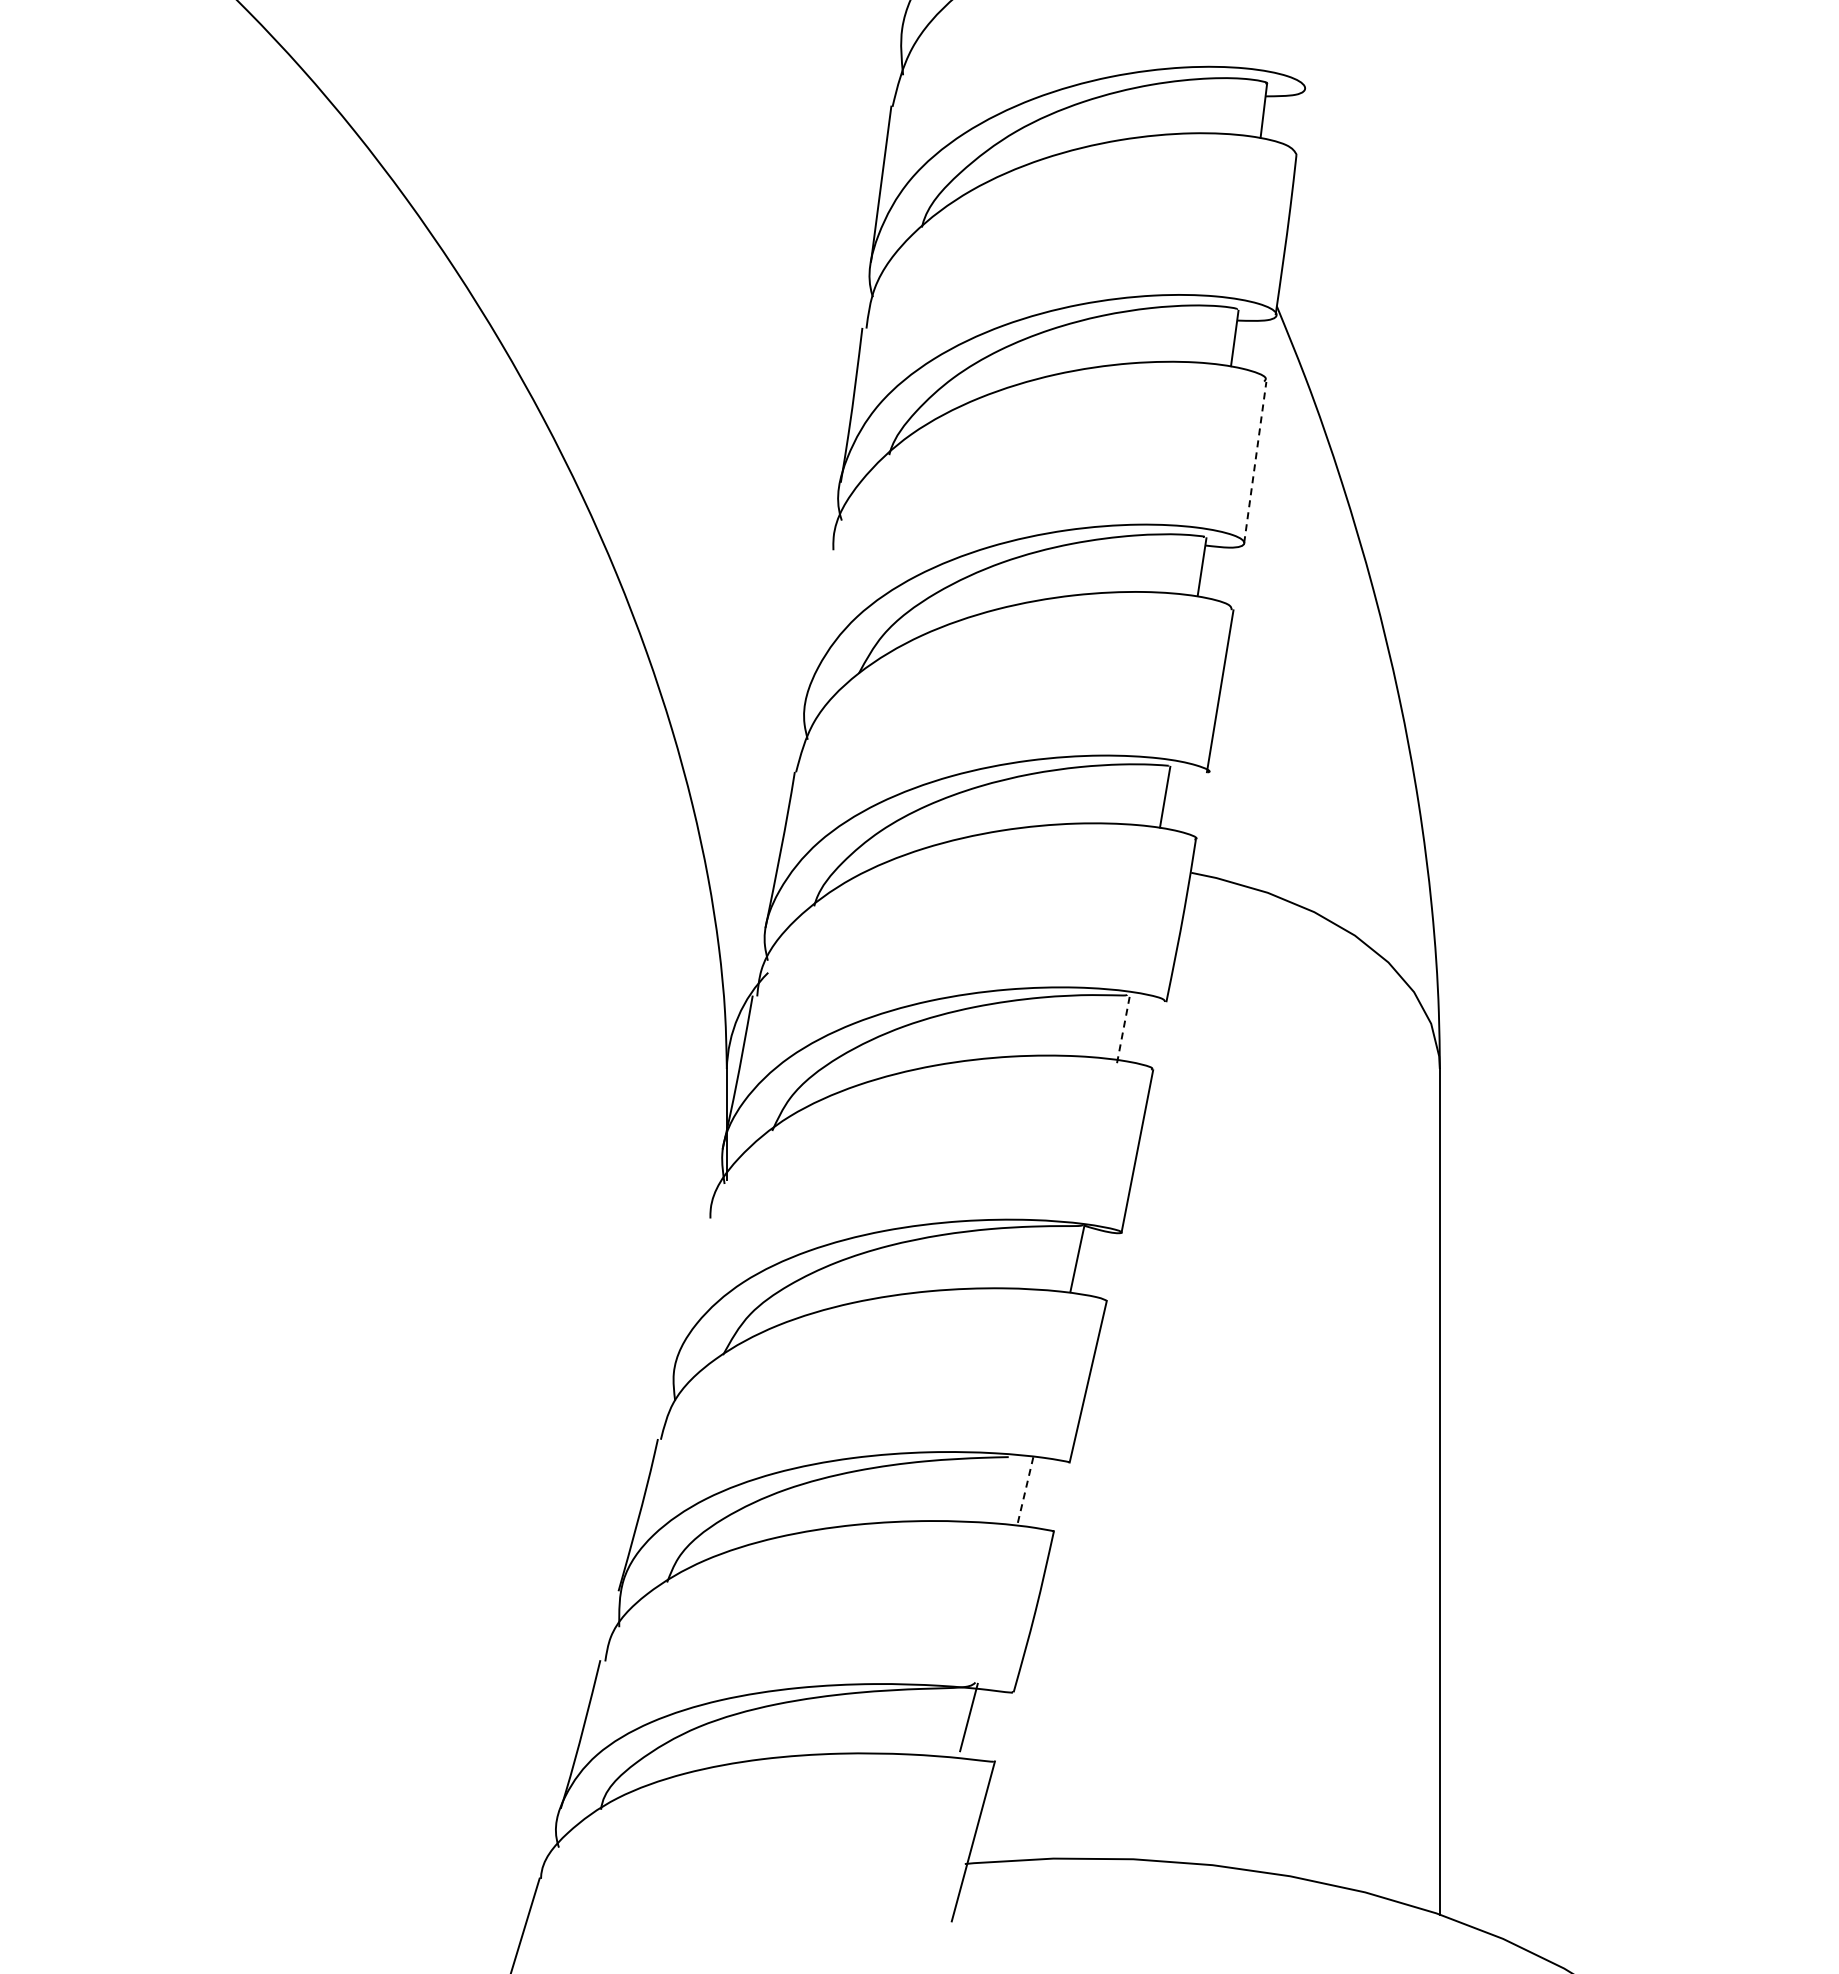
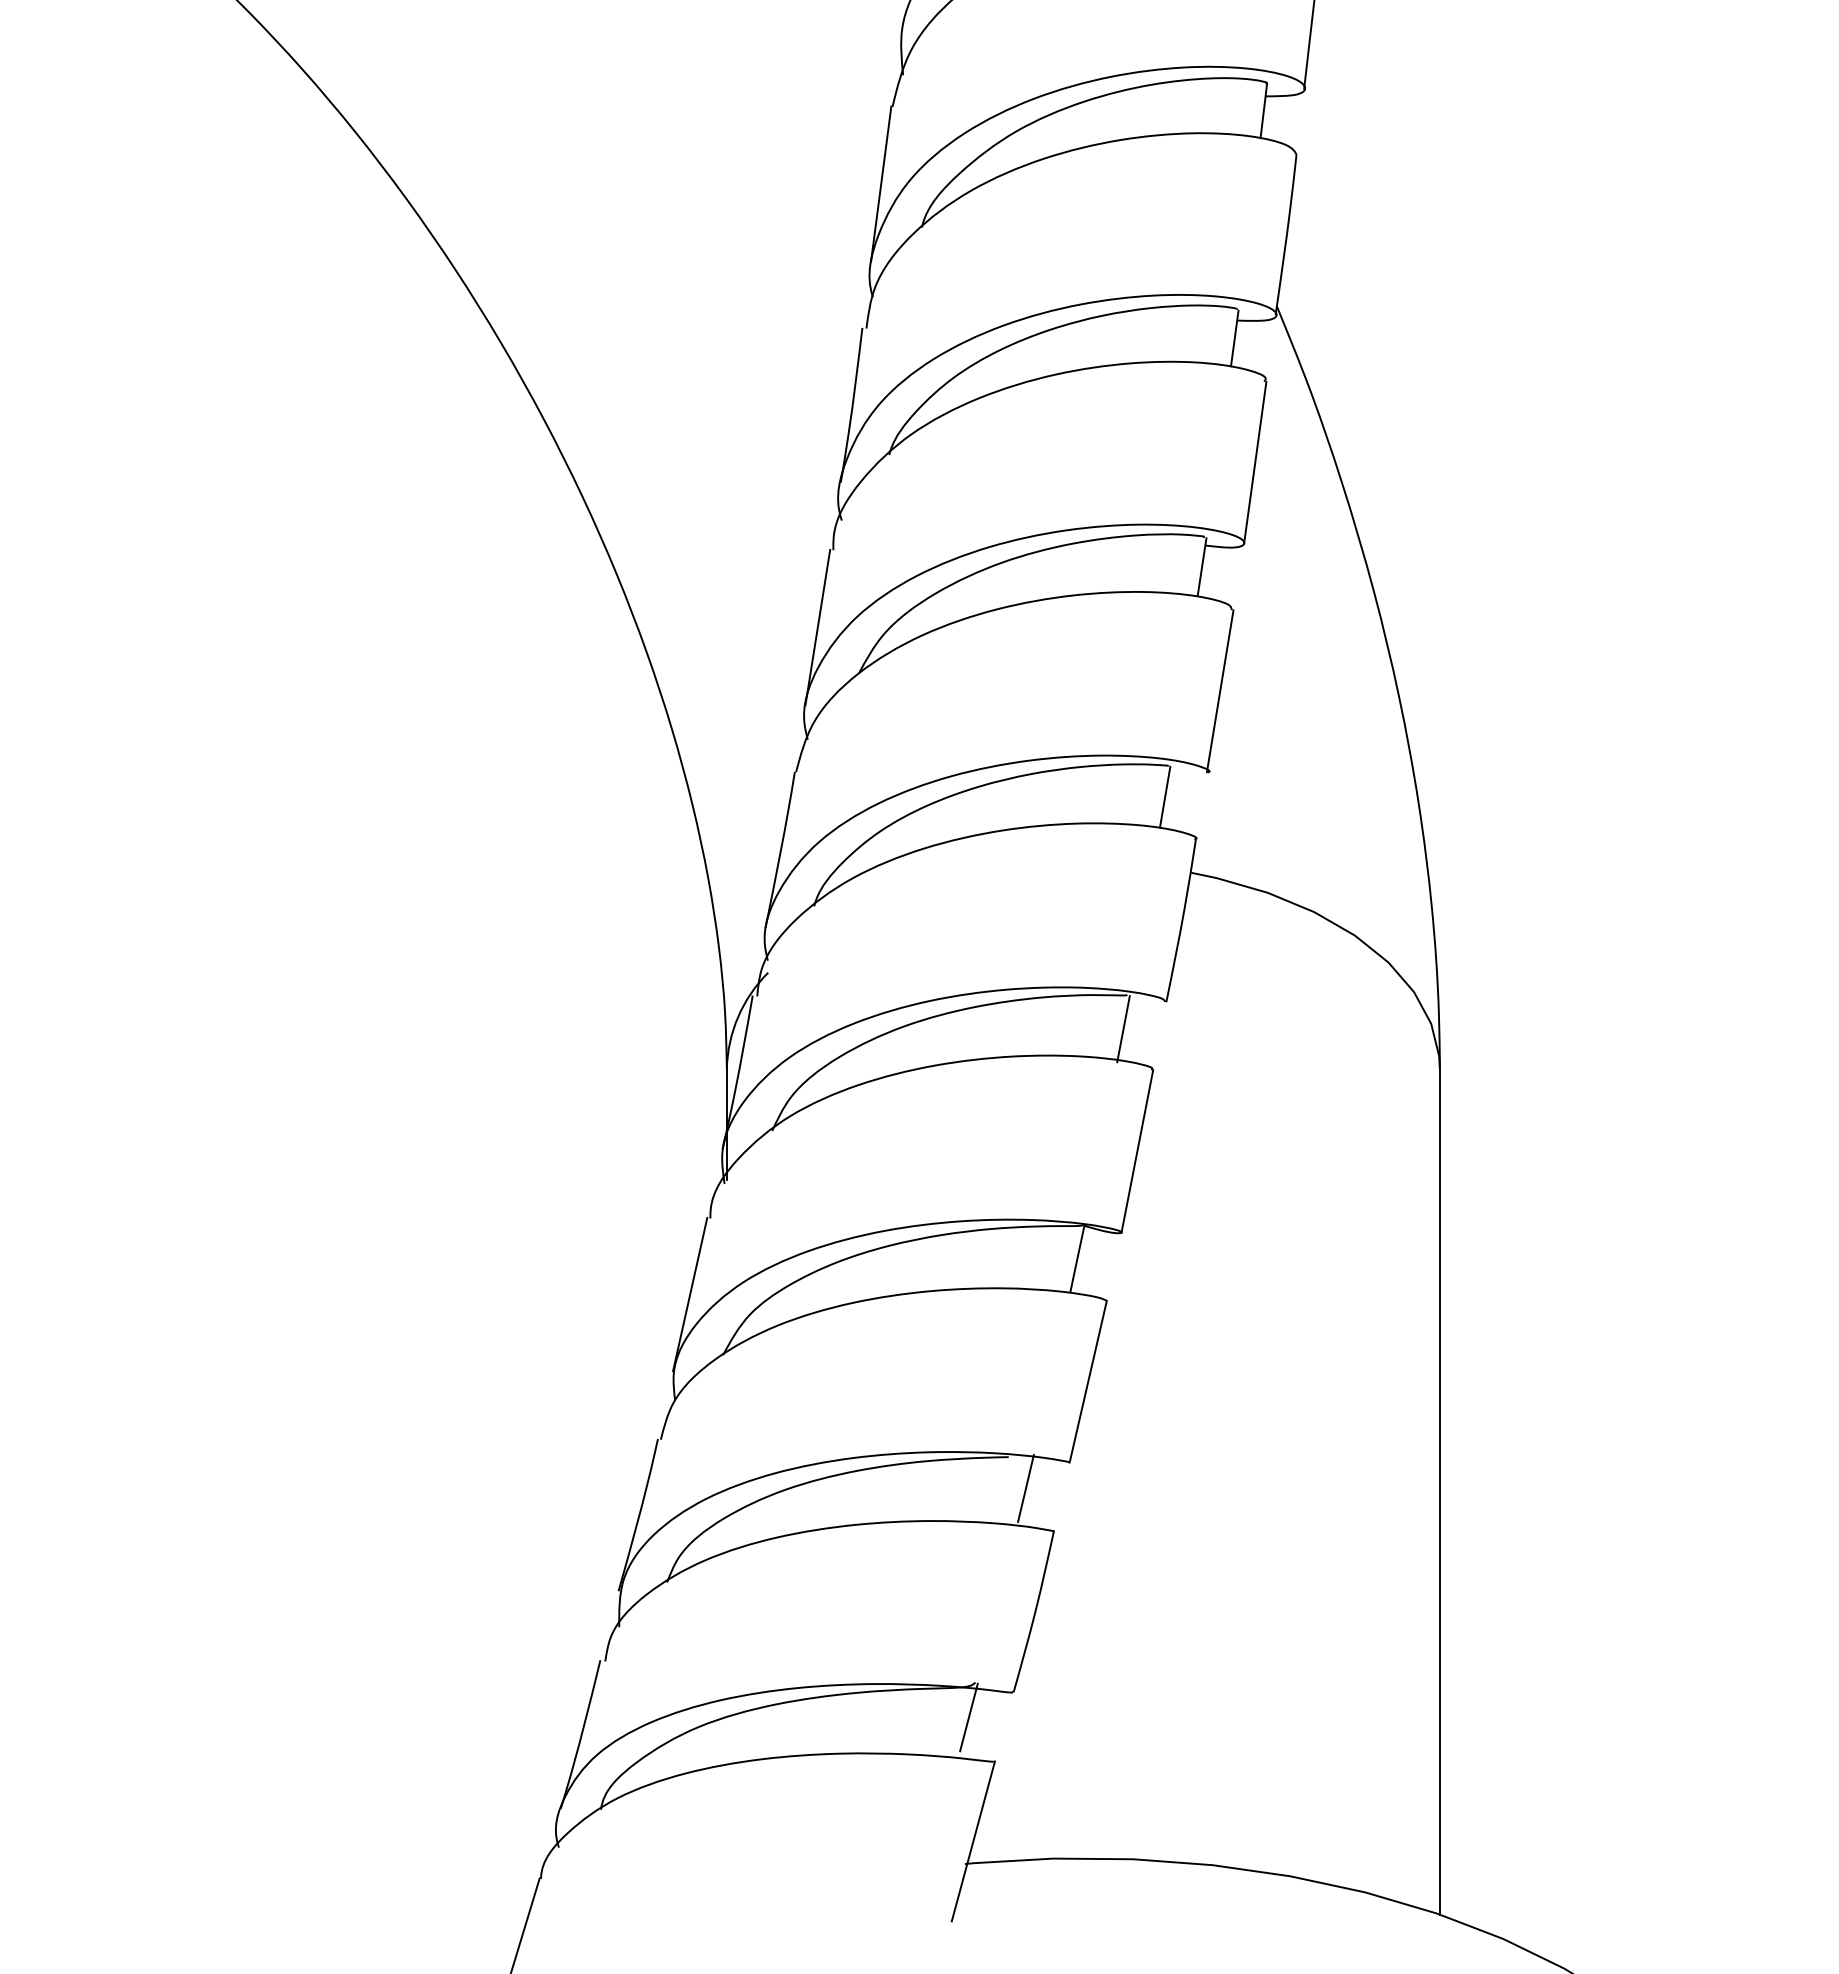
line at (1309, 45): none -> present
line at (1255, 462): dashed -> solid
line at (817, 627): none -> present
line at (1123, 1029): dashed -> solid
line at (690, 1294): none -> present
line at (1025, 1488): dashed -> solid
